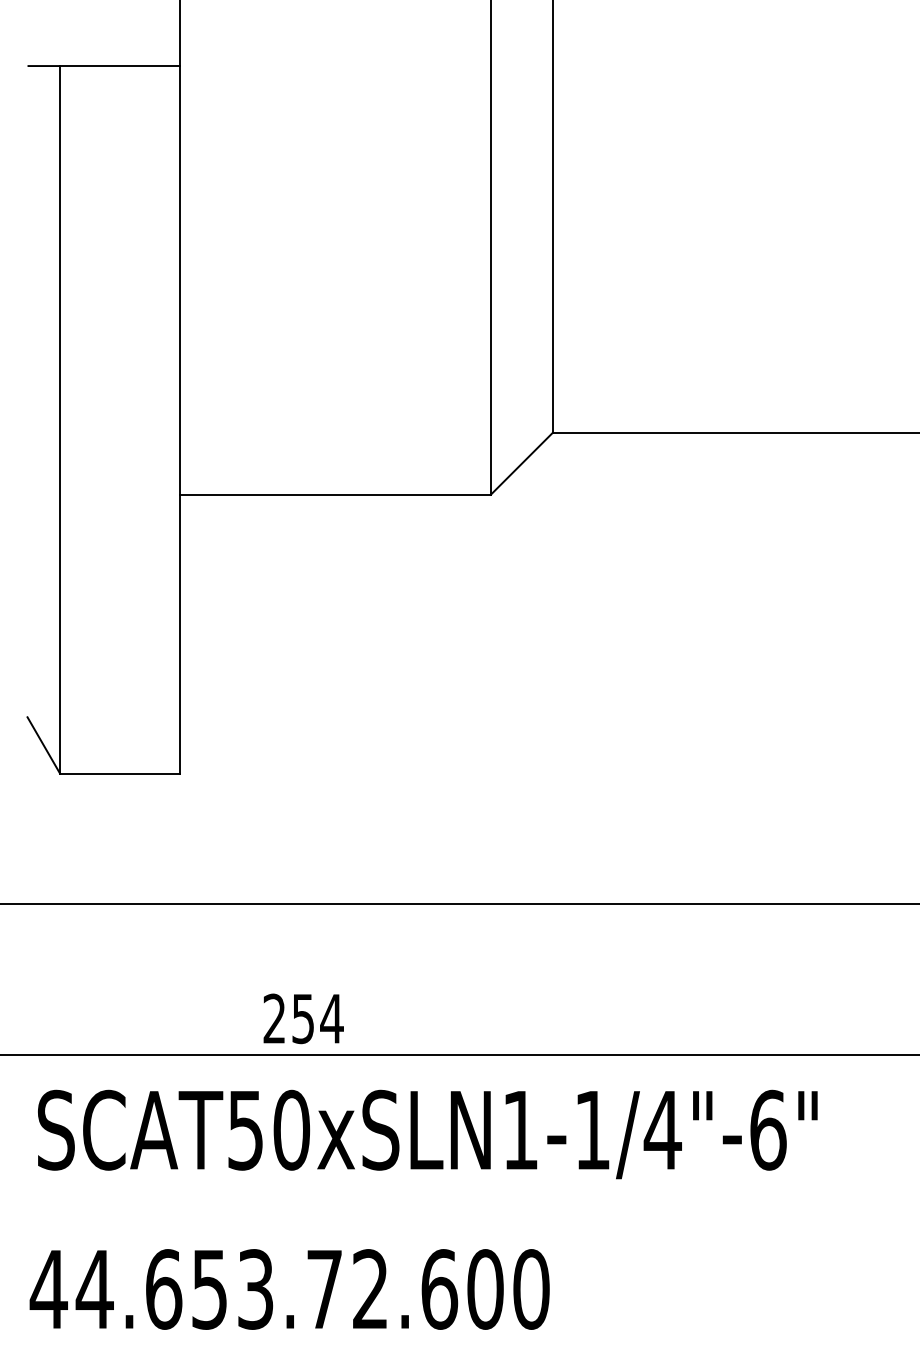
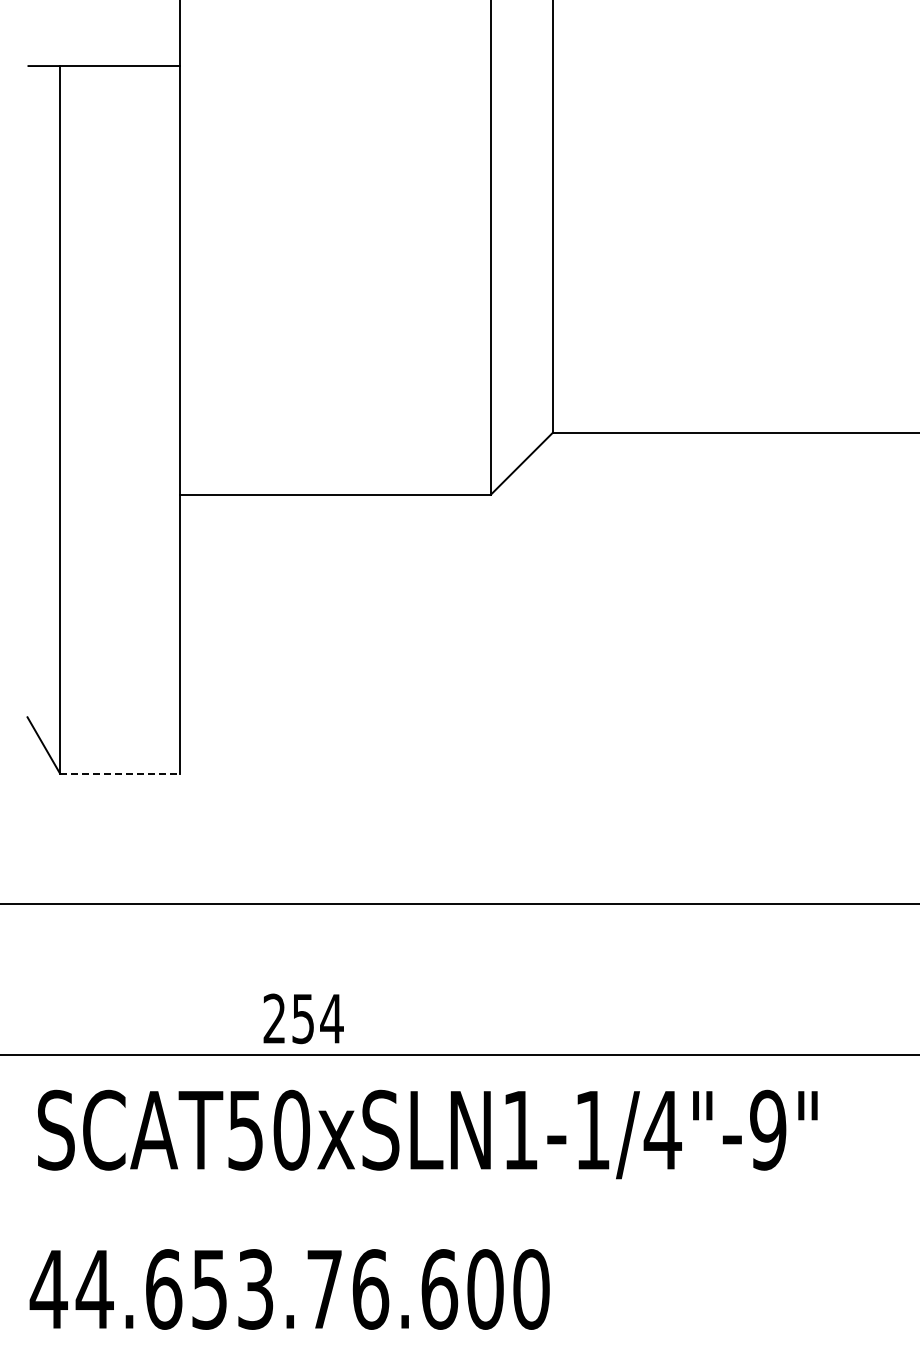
line at (119, 773): solid -> dashed
text at (768, 1129): SCAT50xSLN1-1/4"-6" -> SCAT50xSLN1-1/4"-9"
text at (370, 1289): 44.653.72.600 -> 44.653.76.600
